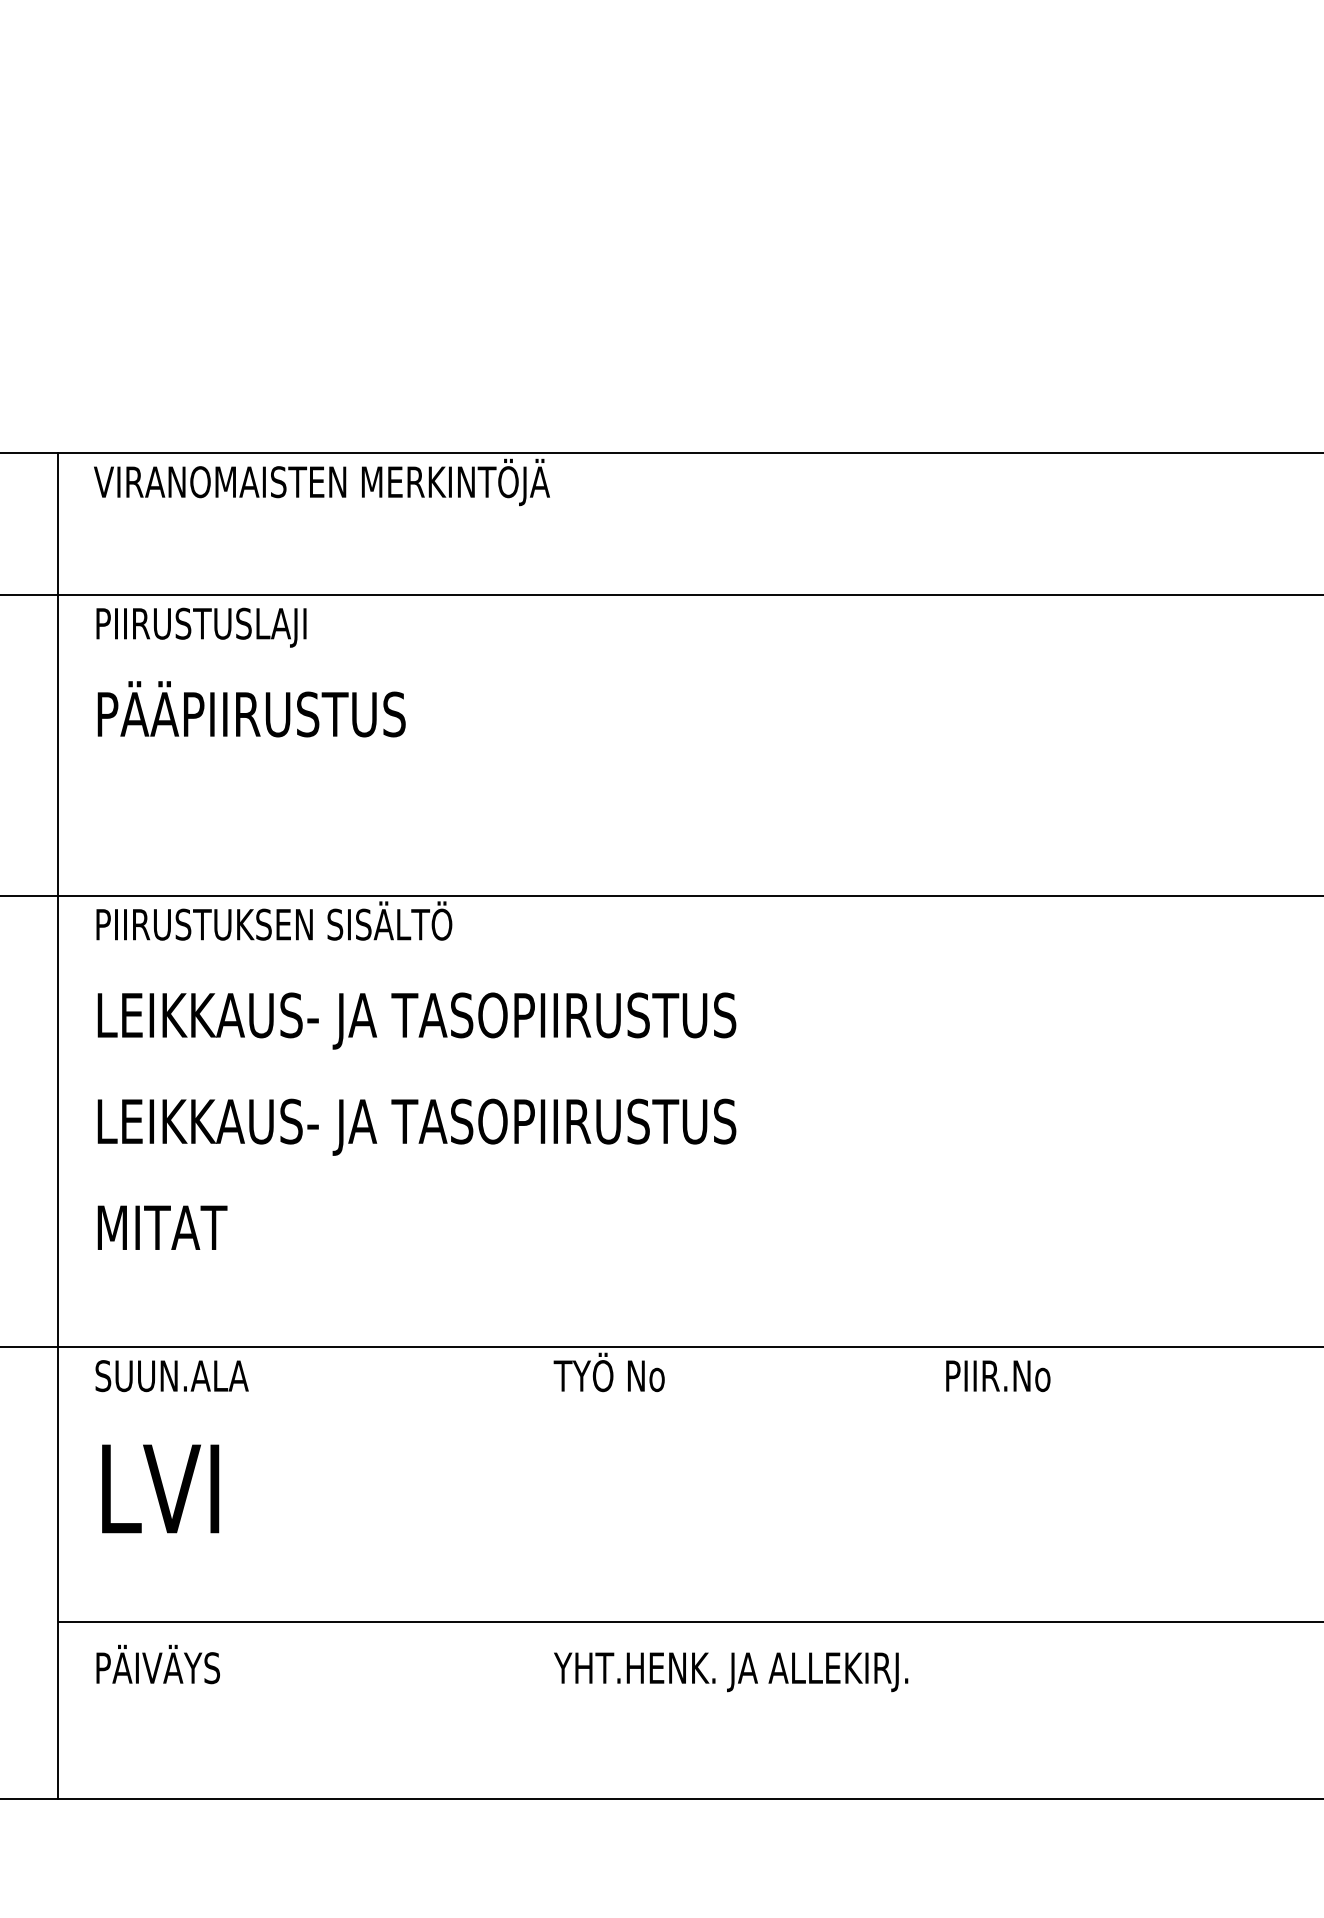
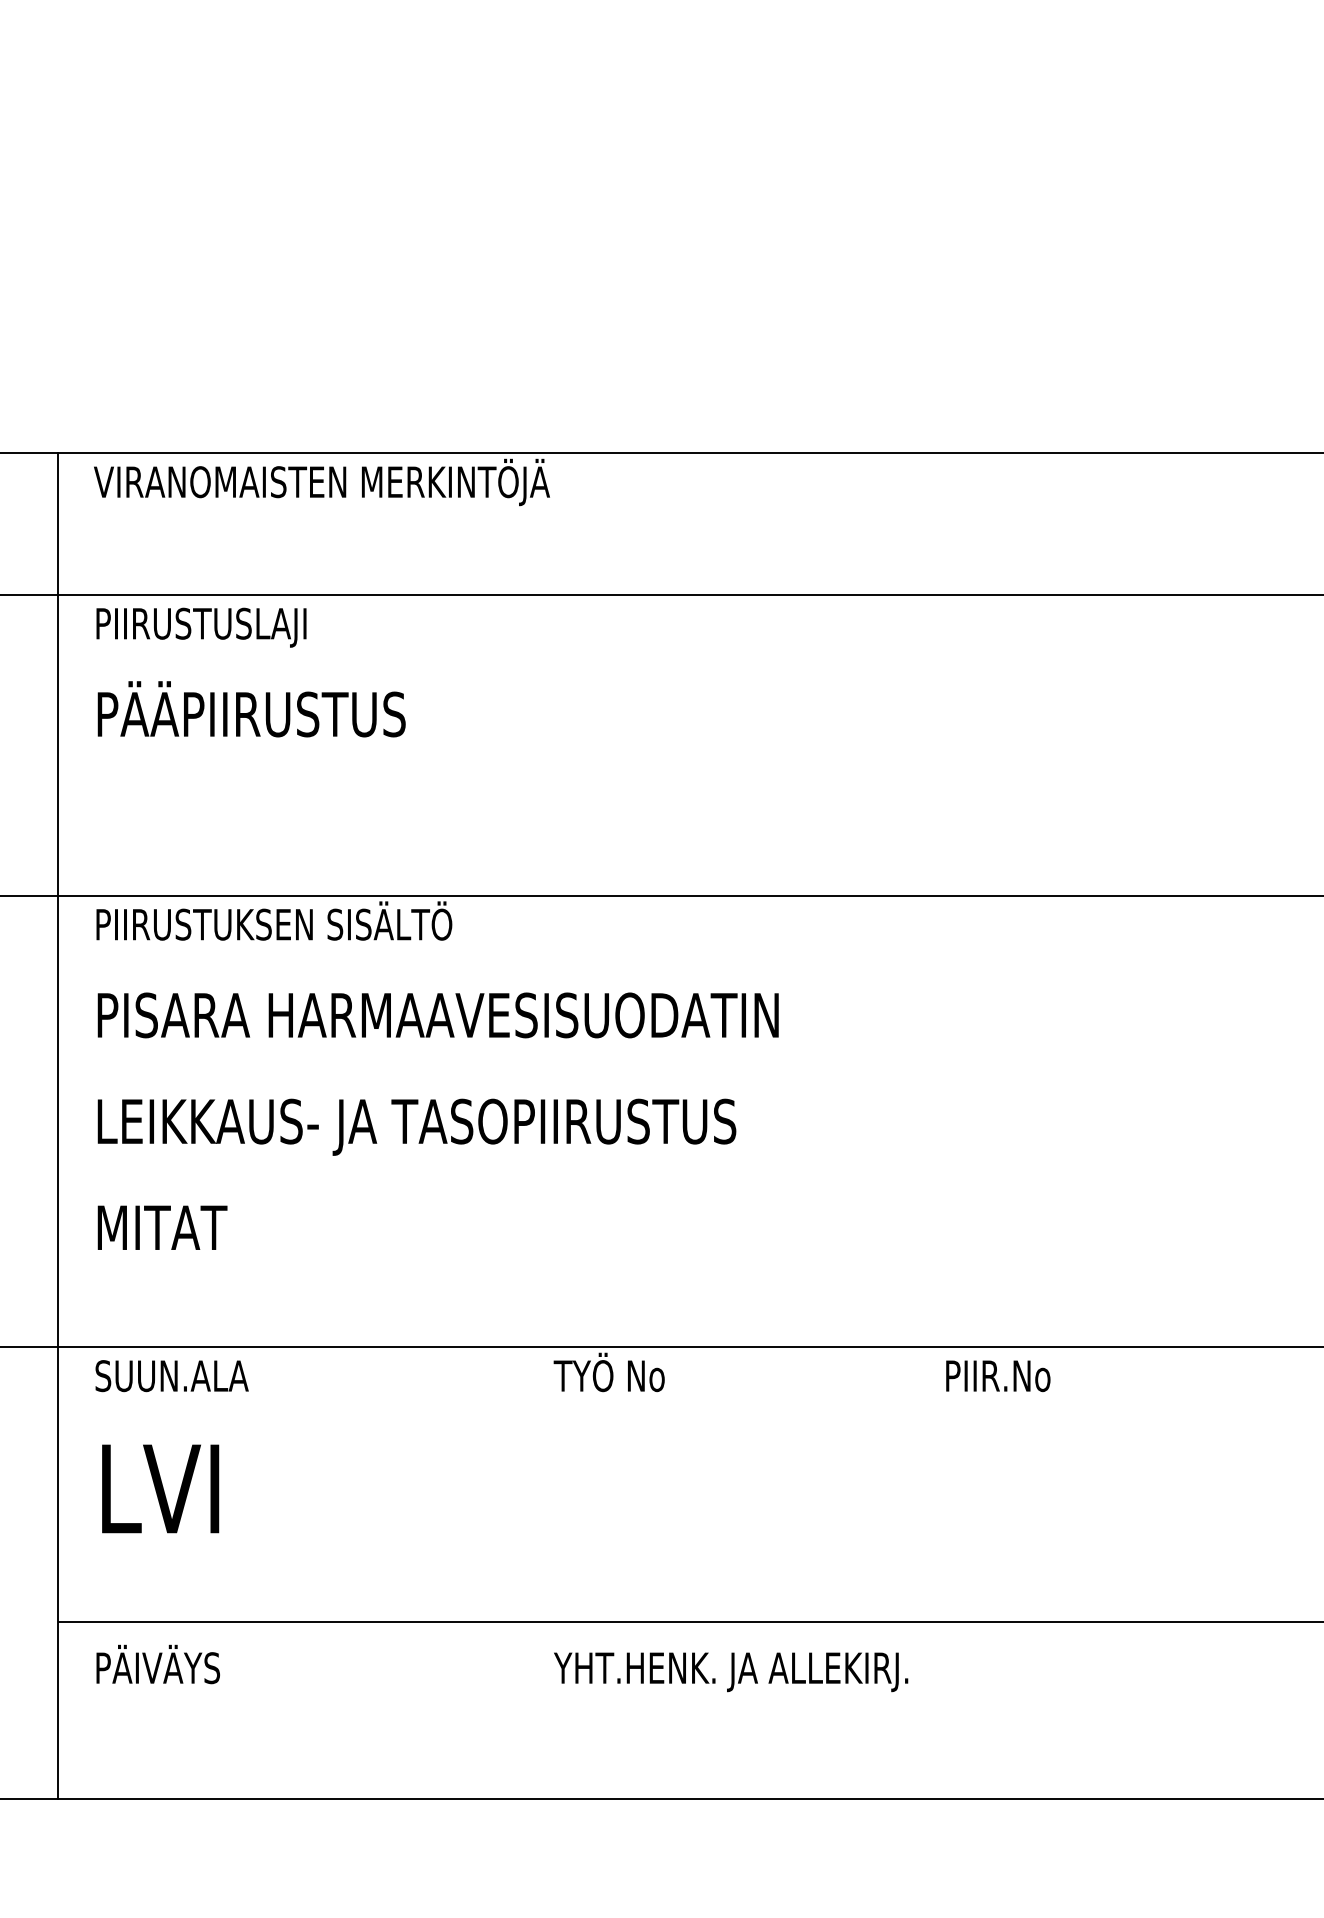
text at (440, 1020): LEIKKAUS- JA TASOPIIRUSTUS -> PISARA HARMAAVESISUODATIN
